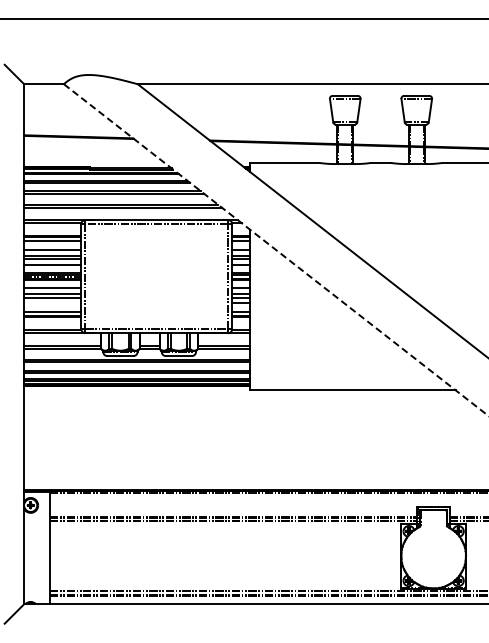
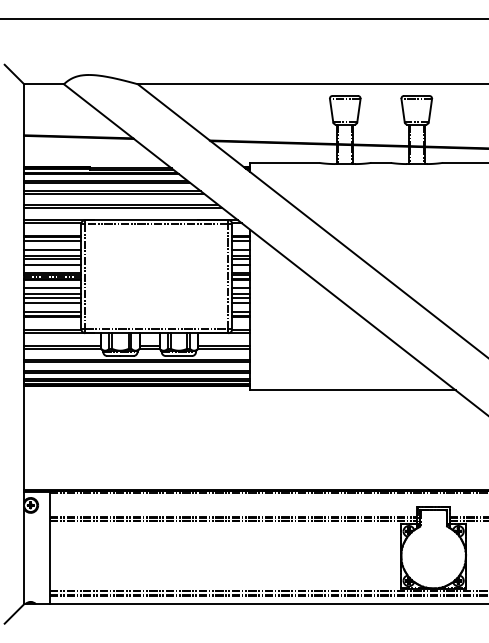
line at (276, 250): dashed -> solid
line at (52, 303): none -> present
